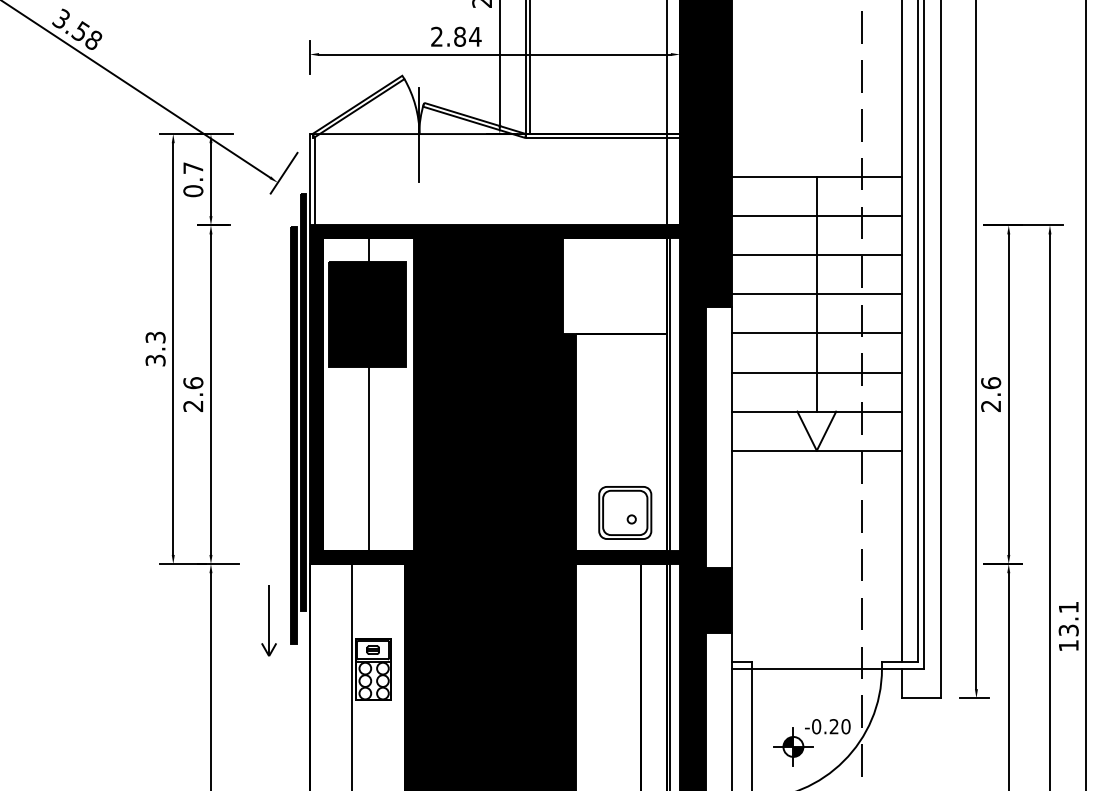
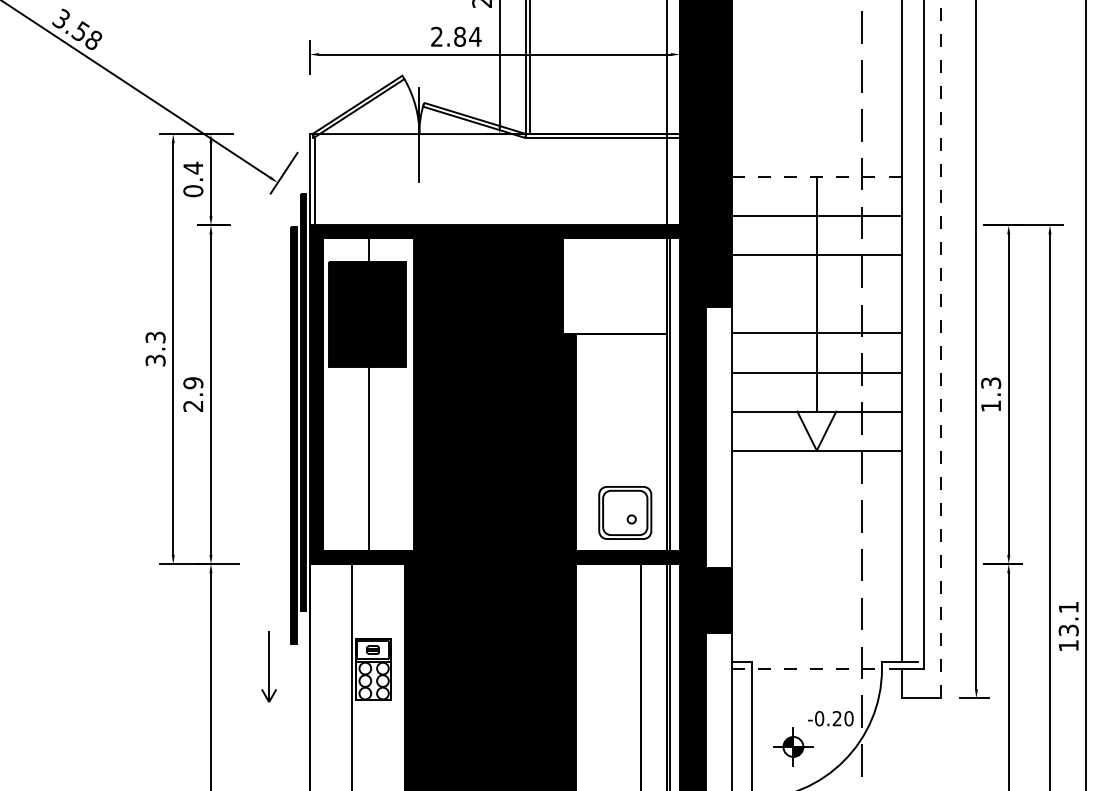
text at (193, 167): 0.7 -> 0.4
line at (816, 177): solid -> dashed
line at (816, 294): present -> none
line at (917, 332): present -> none
line at (940, 349): solid -> dashed
text at (193, 383): 2.6 -> 2.9
text at (991, 394): 2.6 -> 1.3
part at (268, 620) position: (268, 620) -> (268, 666)
line at (816, 668): solid -> dashed
text at (827, 726) position: (827, 726) -> (830, 718)
